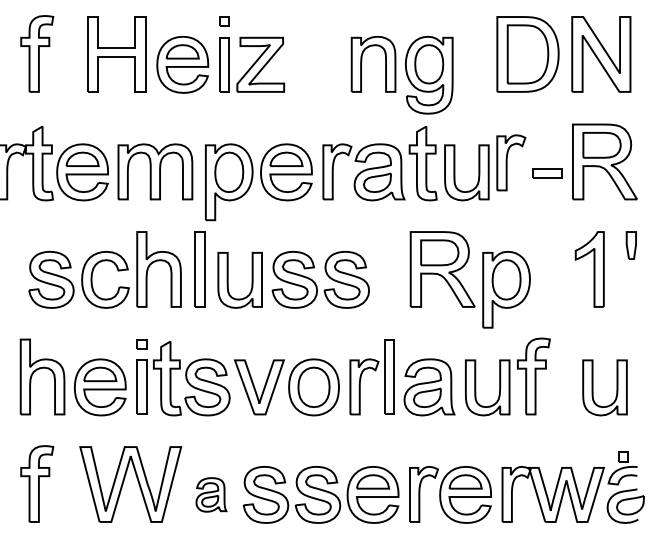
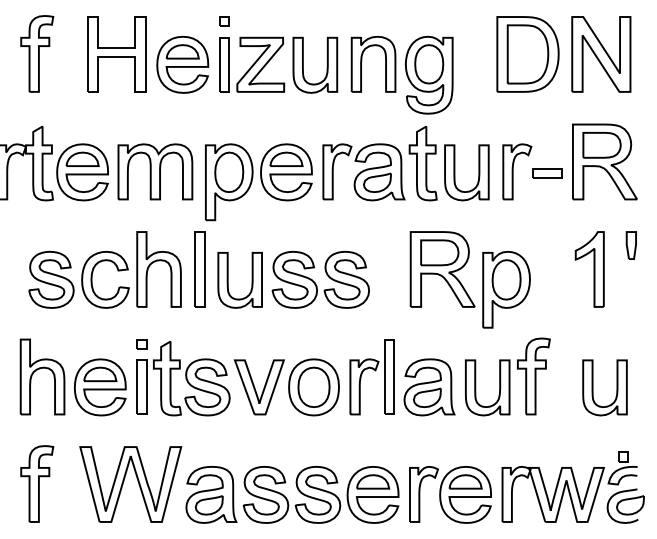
part at (326, 64): none -> present
part at (511, 162) position: (511, 162) -> (517, 171)
part at (211, 494) size: 33x36 px -> 53x58 px
